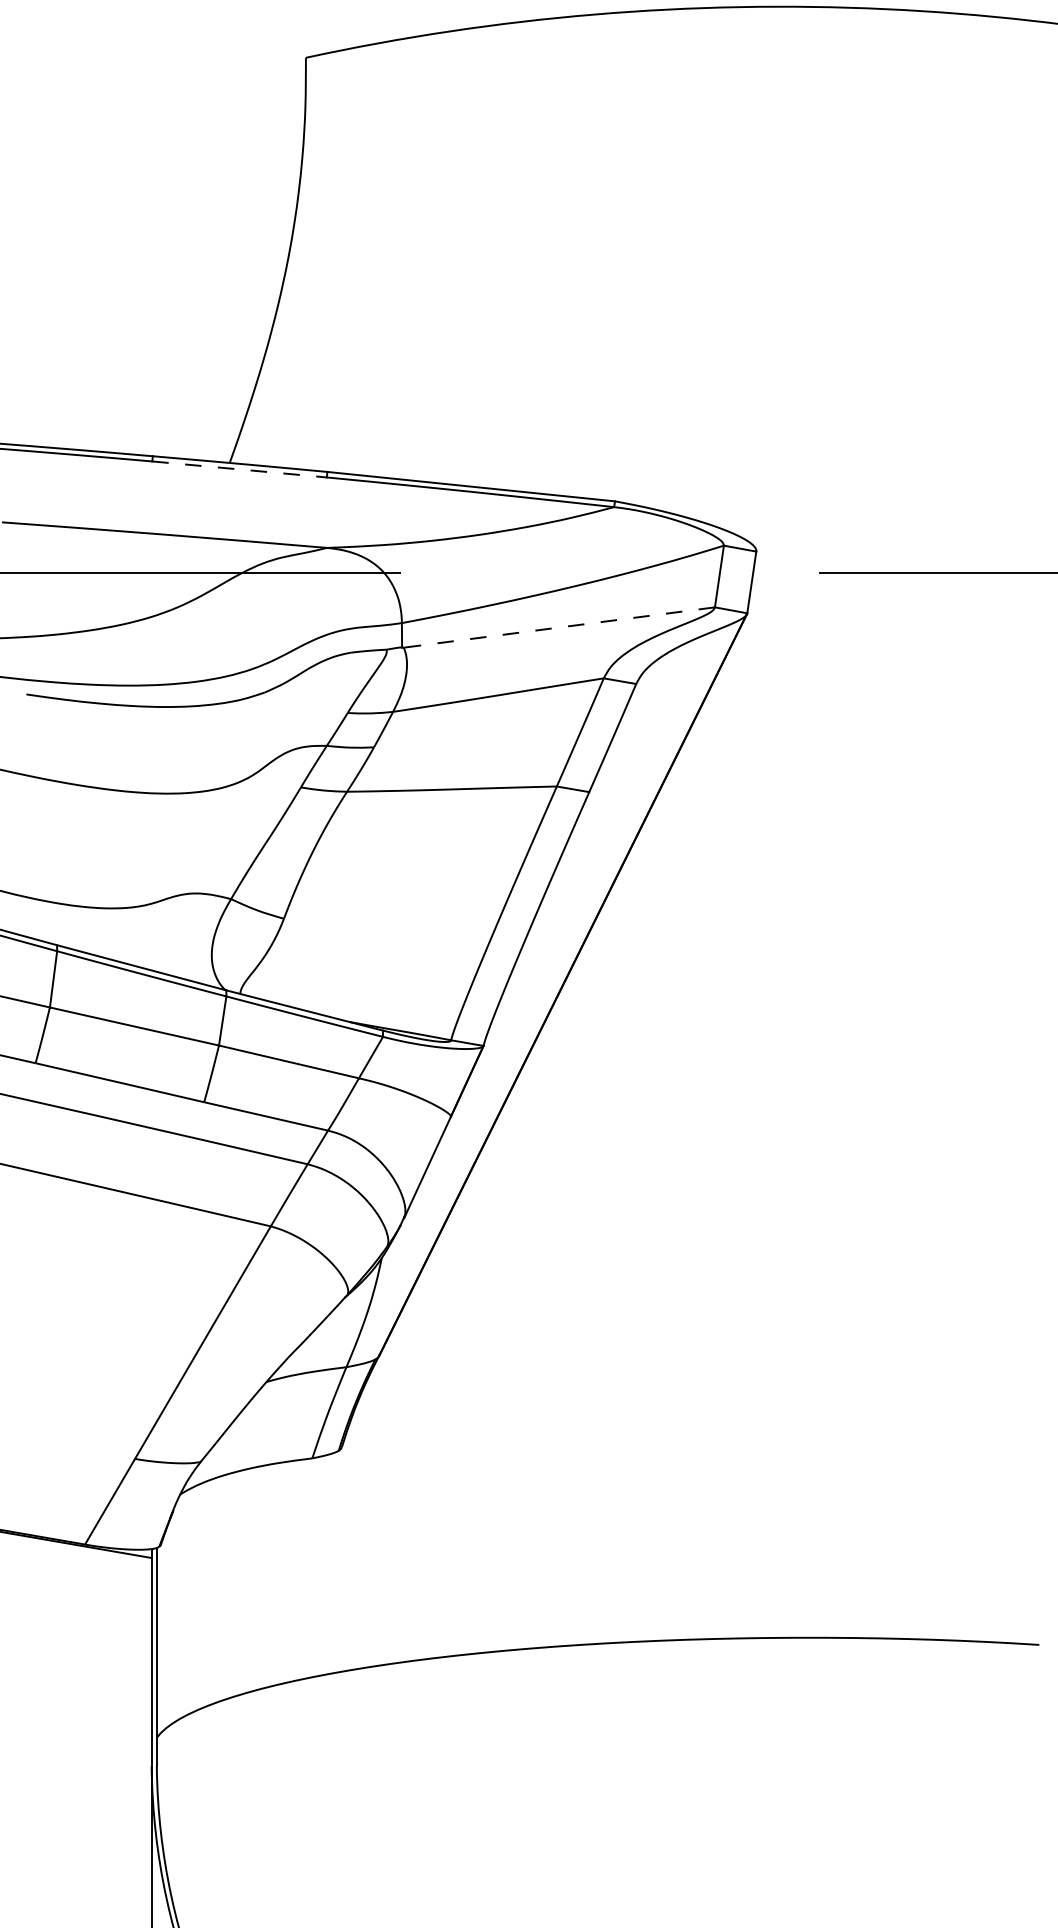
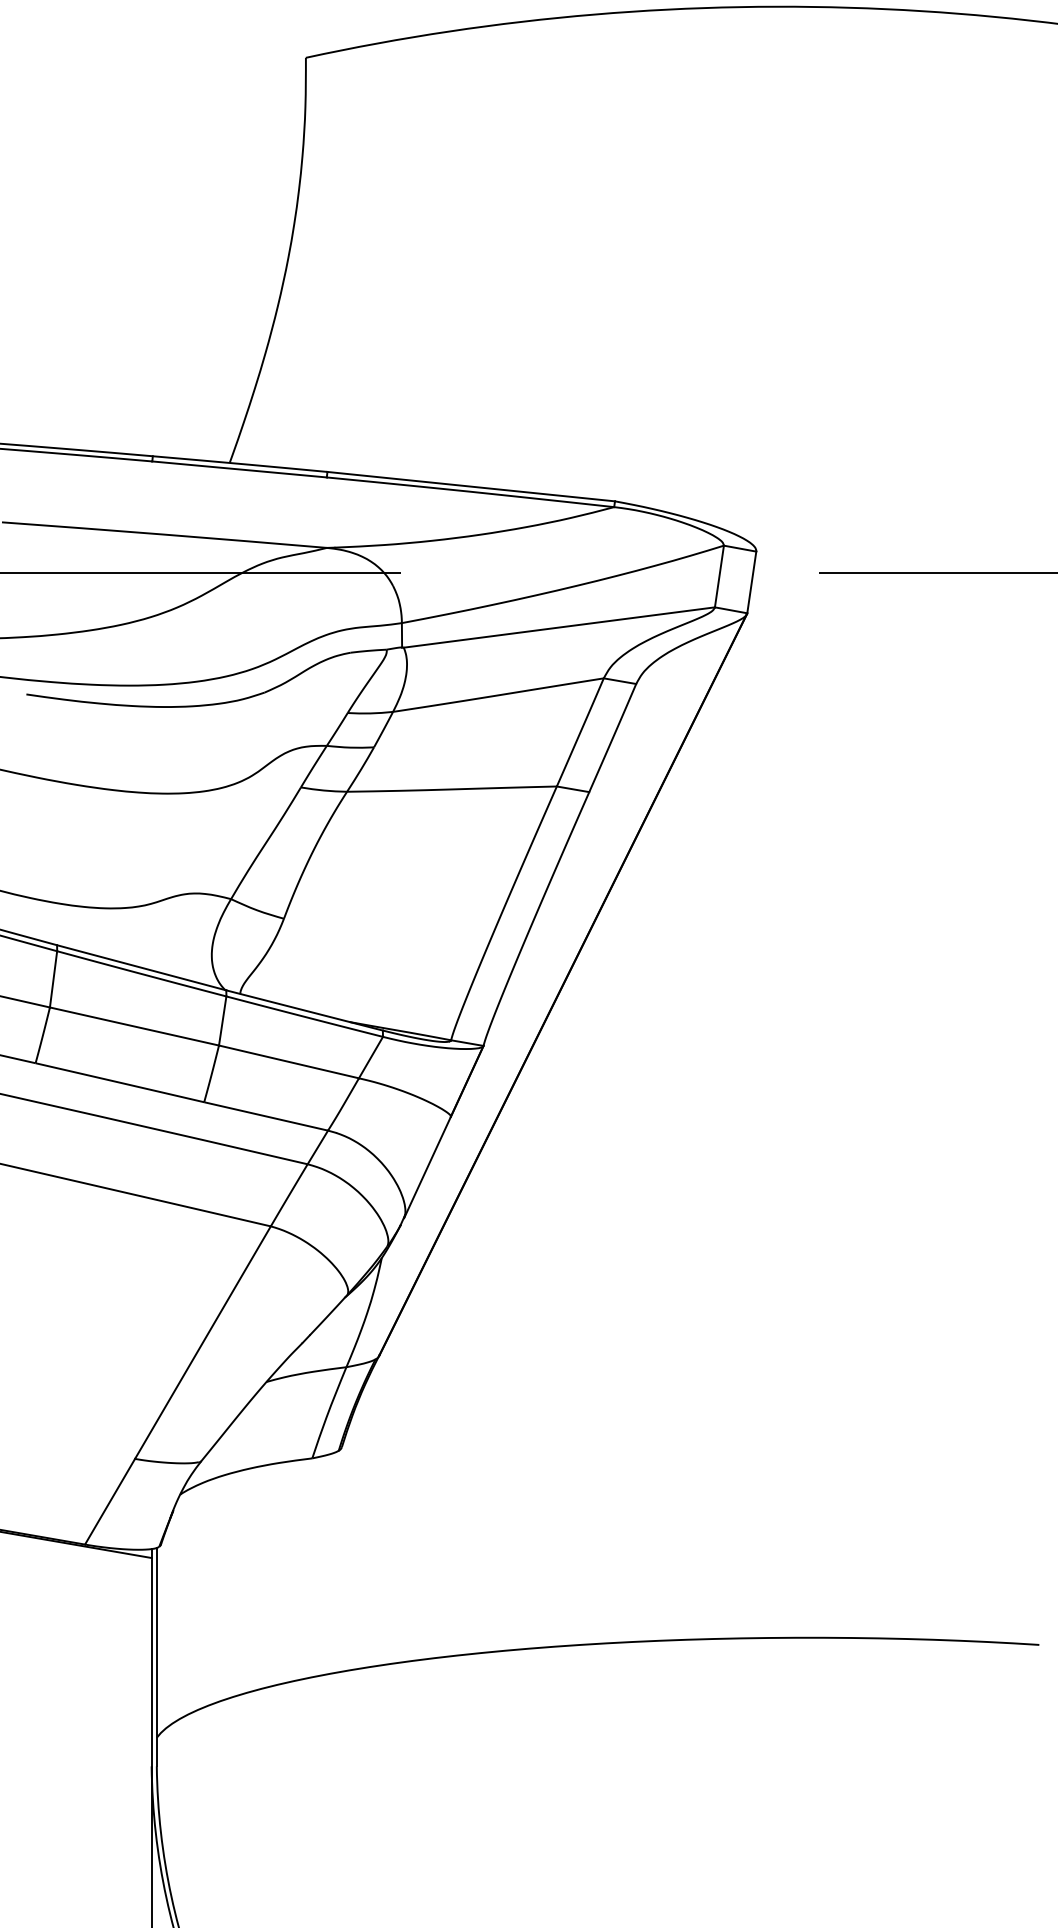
line at (239, 469): dashed -> solid
line at (559, 627): dashed -> solid
